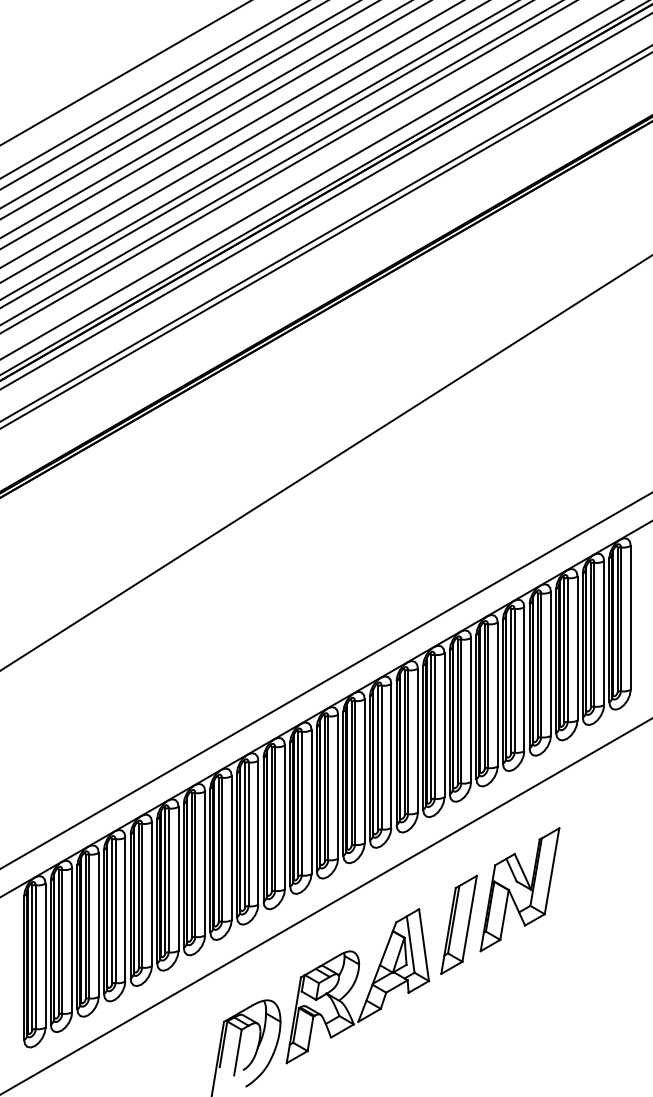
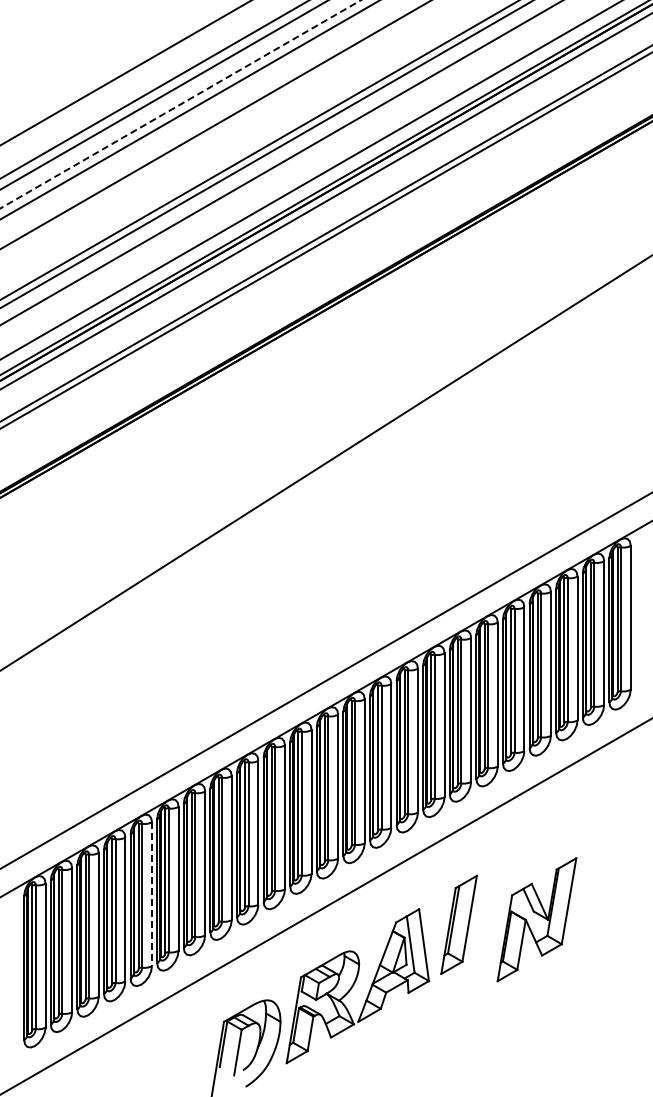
line at (180, 104): solid -> dashed
line at (205, 119): present -> none
line at (231, 134): present -> none
line at (244, 141): present -> none
line at (288, 167): present -> none
part at (519, 889) position: (519, 889) -> (536, 919)
line at (151, 894): solid -> dashed
